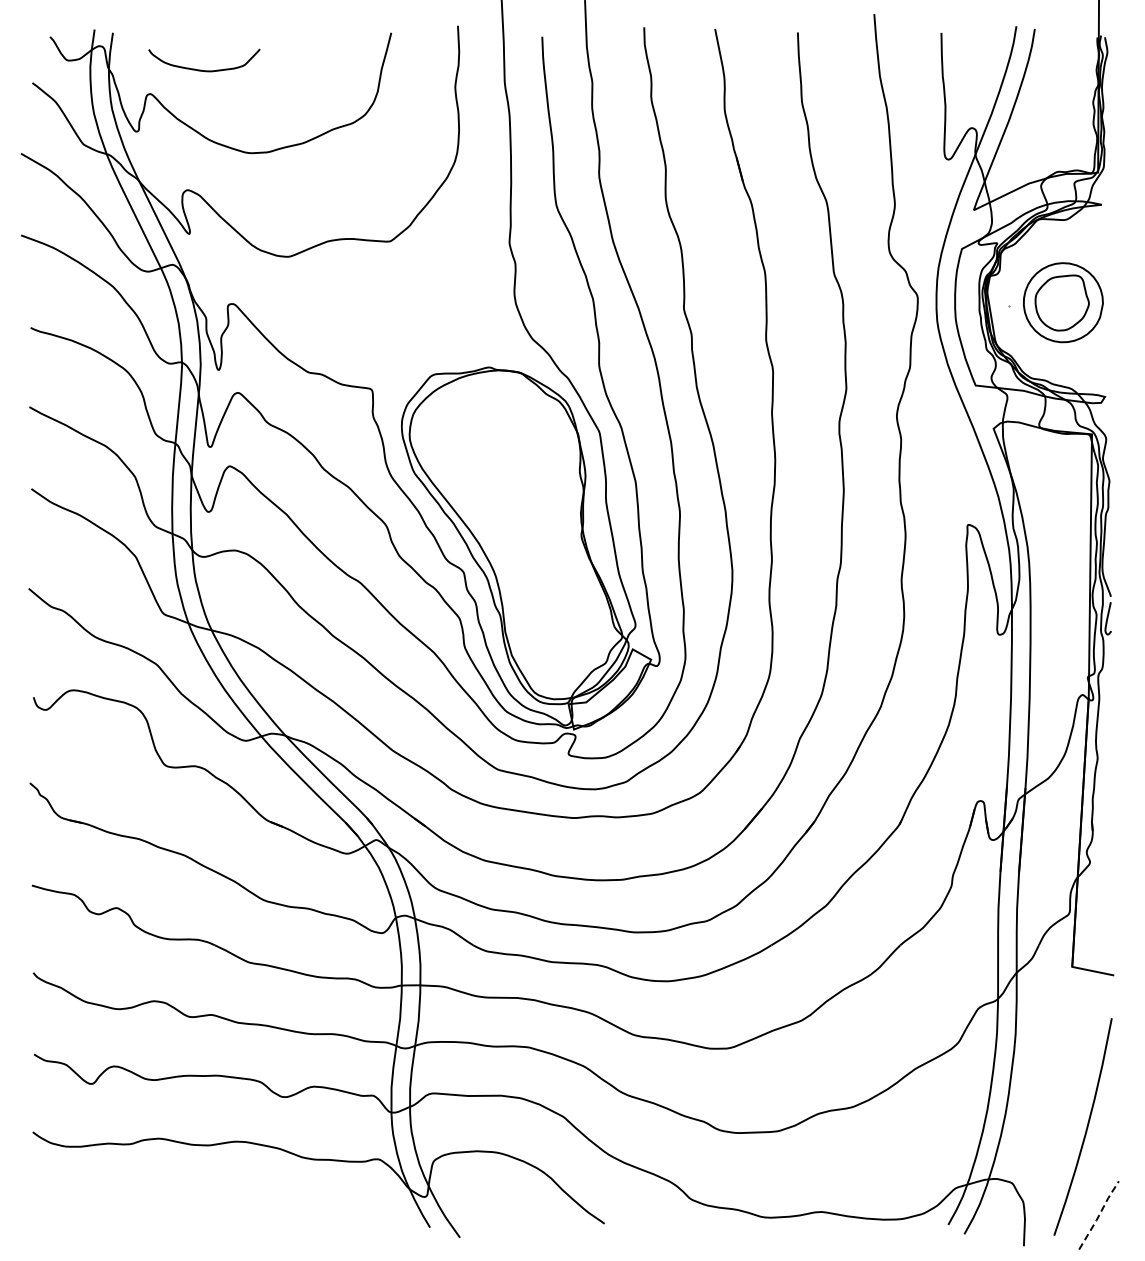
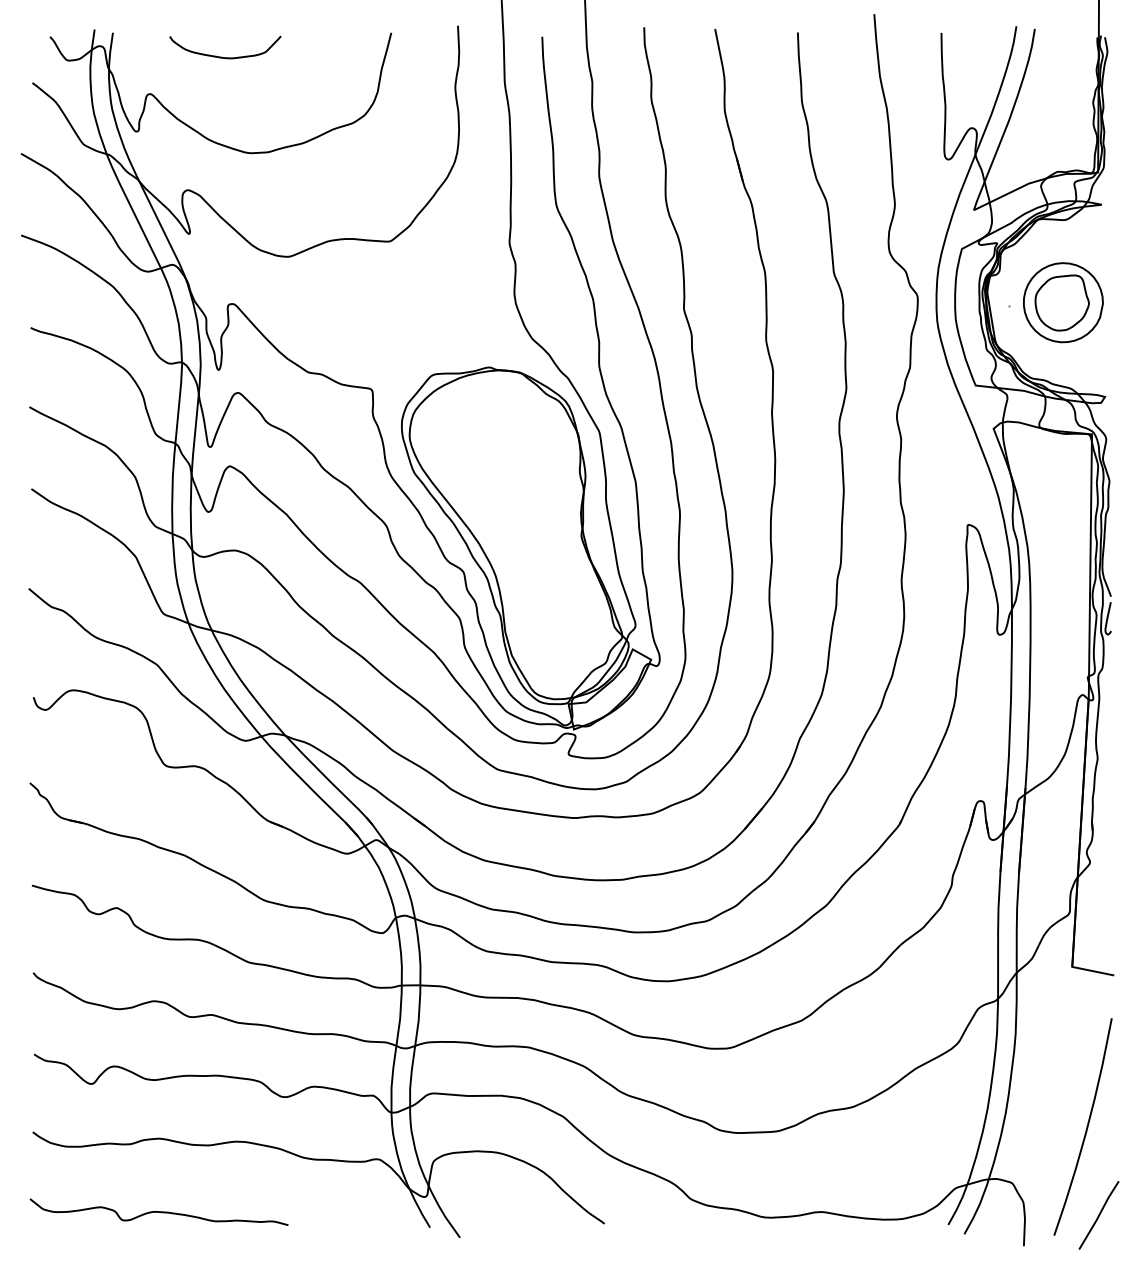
curve at (201, 69) position: (201, 69) -> (222, 56)
curve at (158, 1211): none -> present
line at (1099, 1215): dashed -> solid
